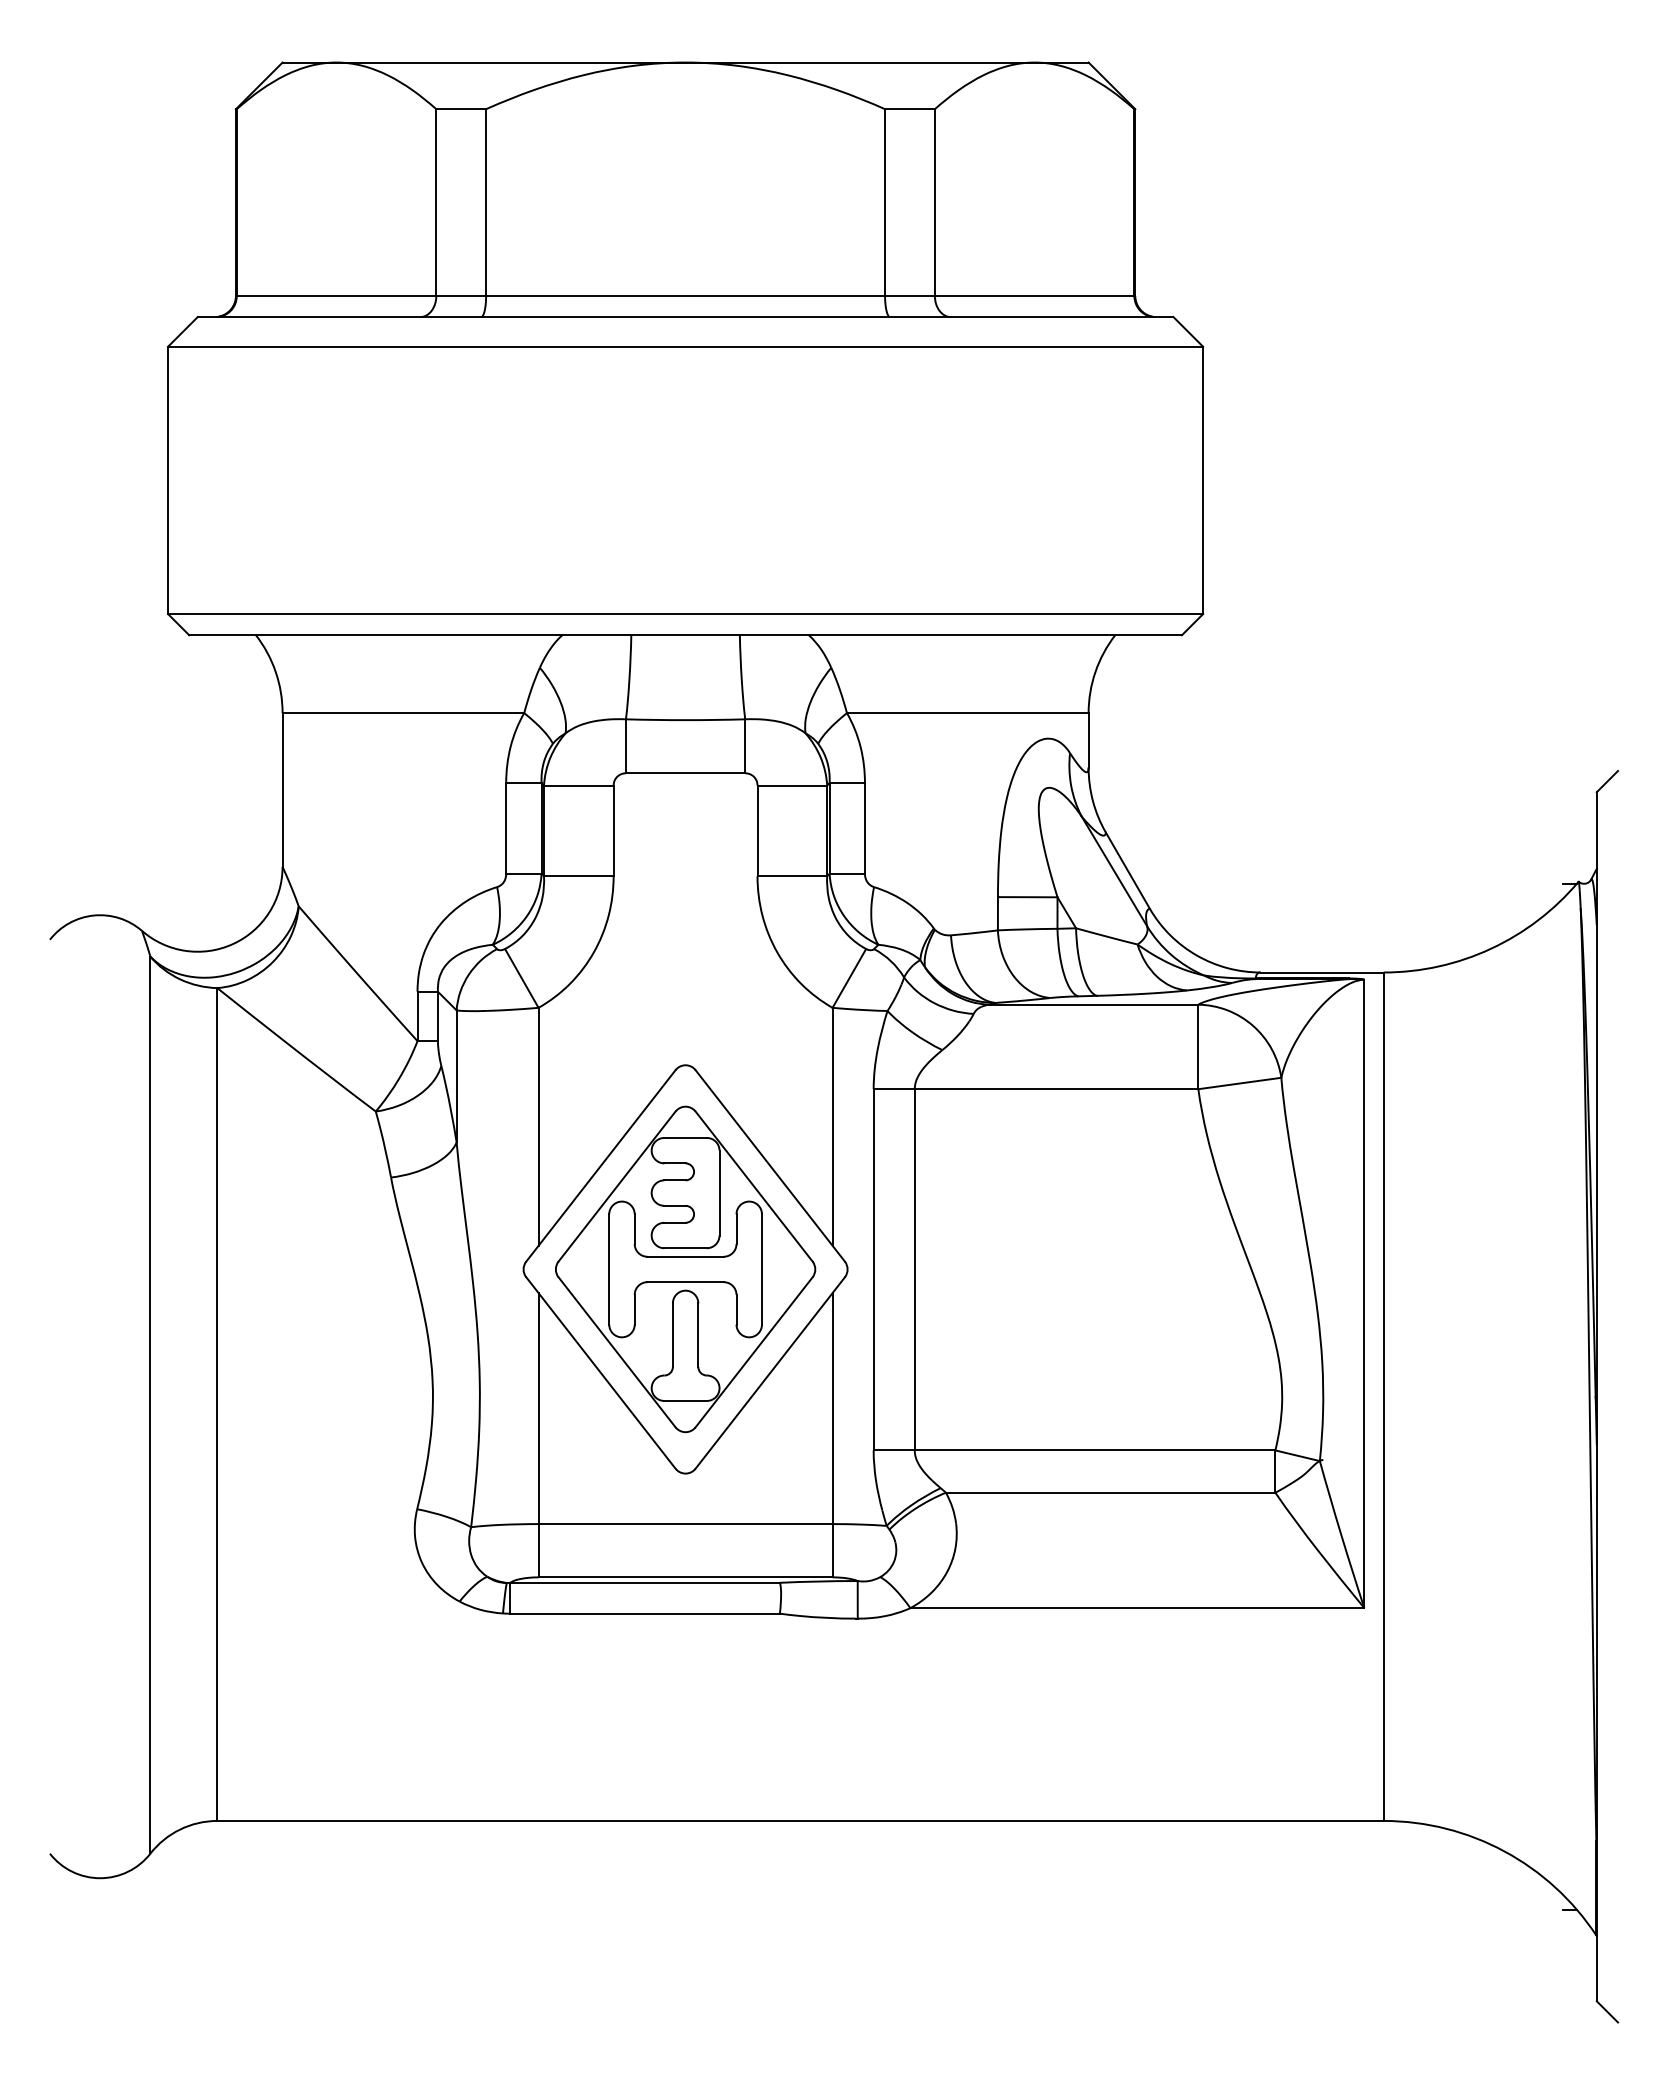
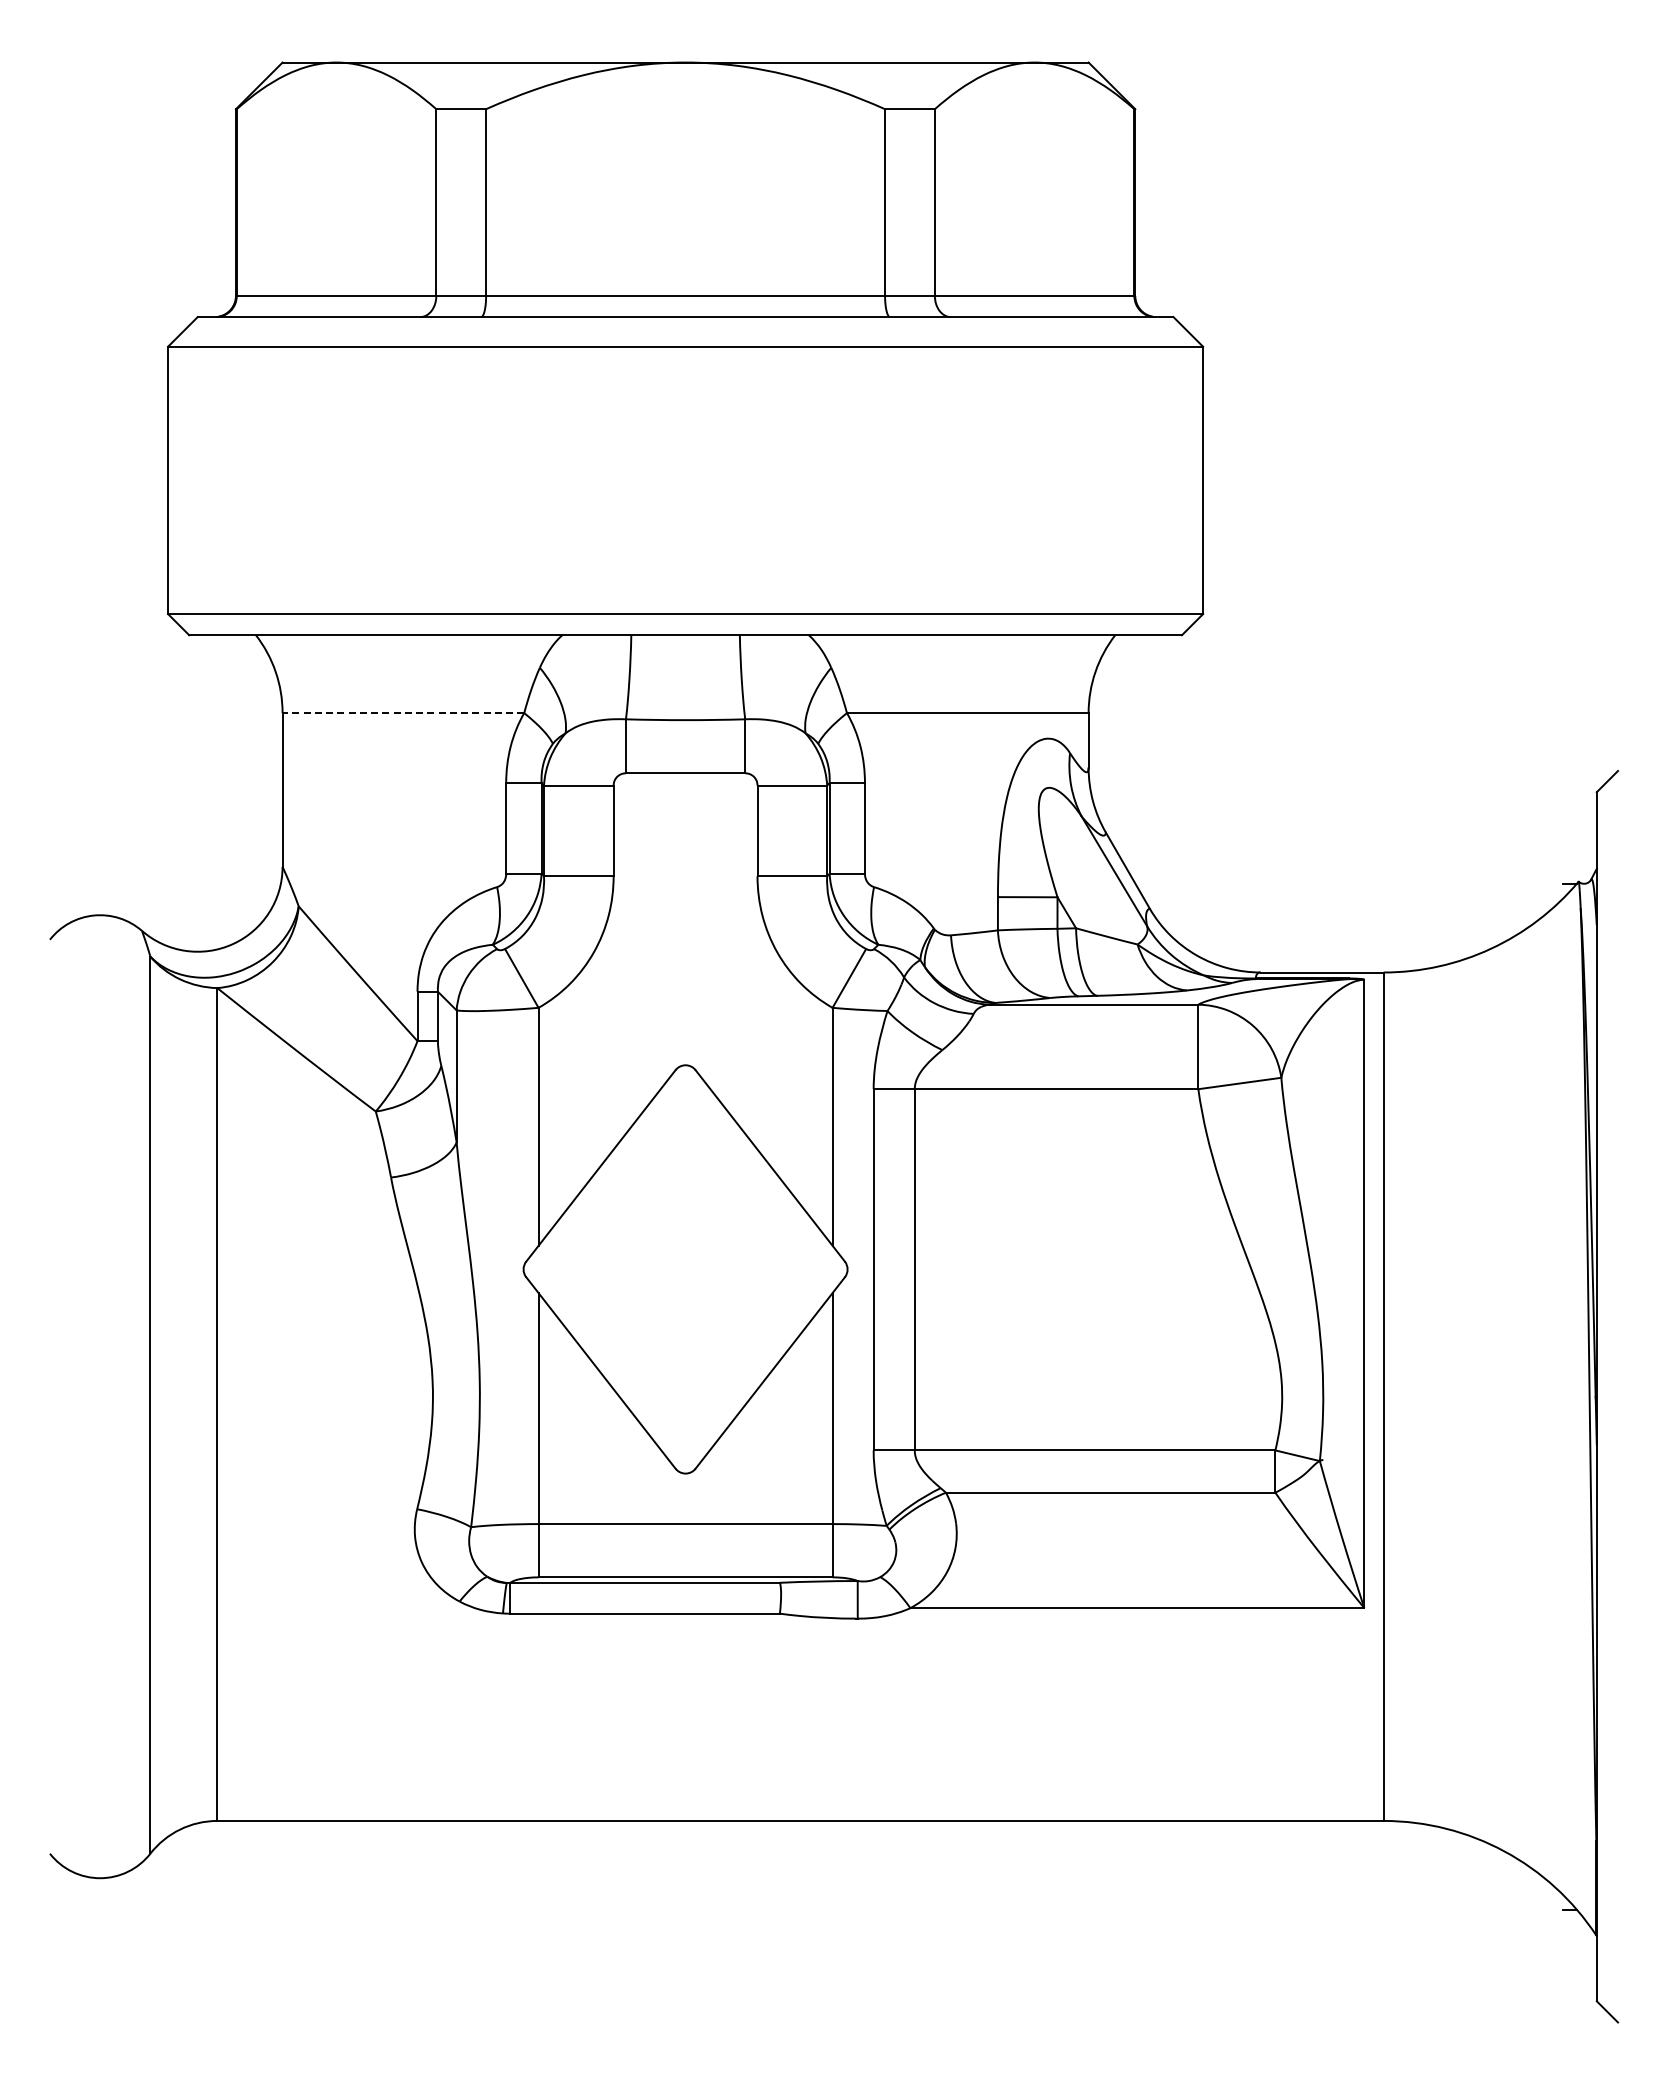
line at (403, 713): solid -> dashed
part at (685, 1269): present -> none
